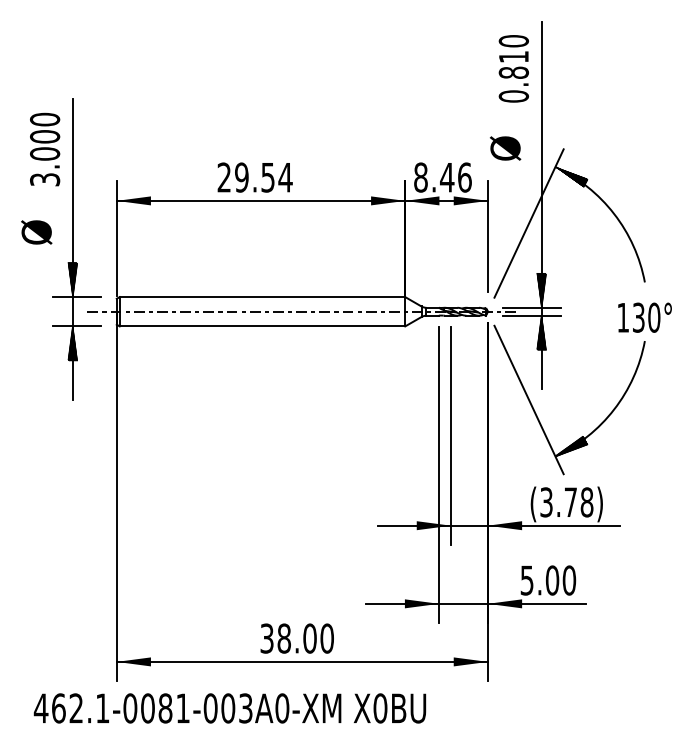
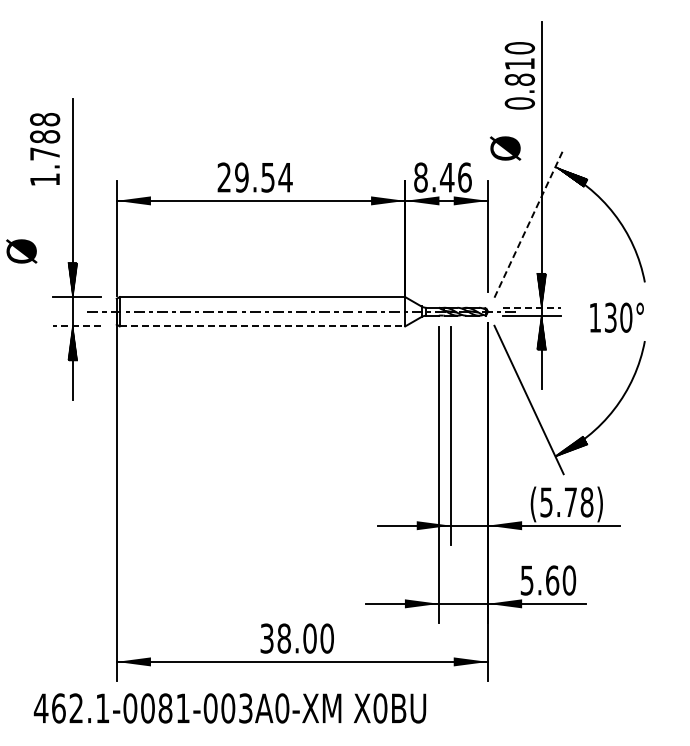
text at (513, 68) position: (513, 68) -> (519, 75)
text at (45, 149): 3.000 -> 1.788
line at (529, 223): solid -> dashed
text at (36, 232) position: (36, 232) -> (21, 251)
line at (532, 307): solid -> dashed
text at (644, 317) position: (644, 317) -> (616, 317)
line at (77, 326): solid -> dashed
line at (262, 326): solid -> dashed
text at (546, 501): (3.78) -> (5.78)
text at (552, 580): 5.00 -> 5.60
